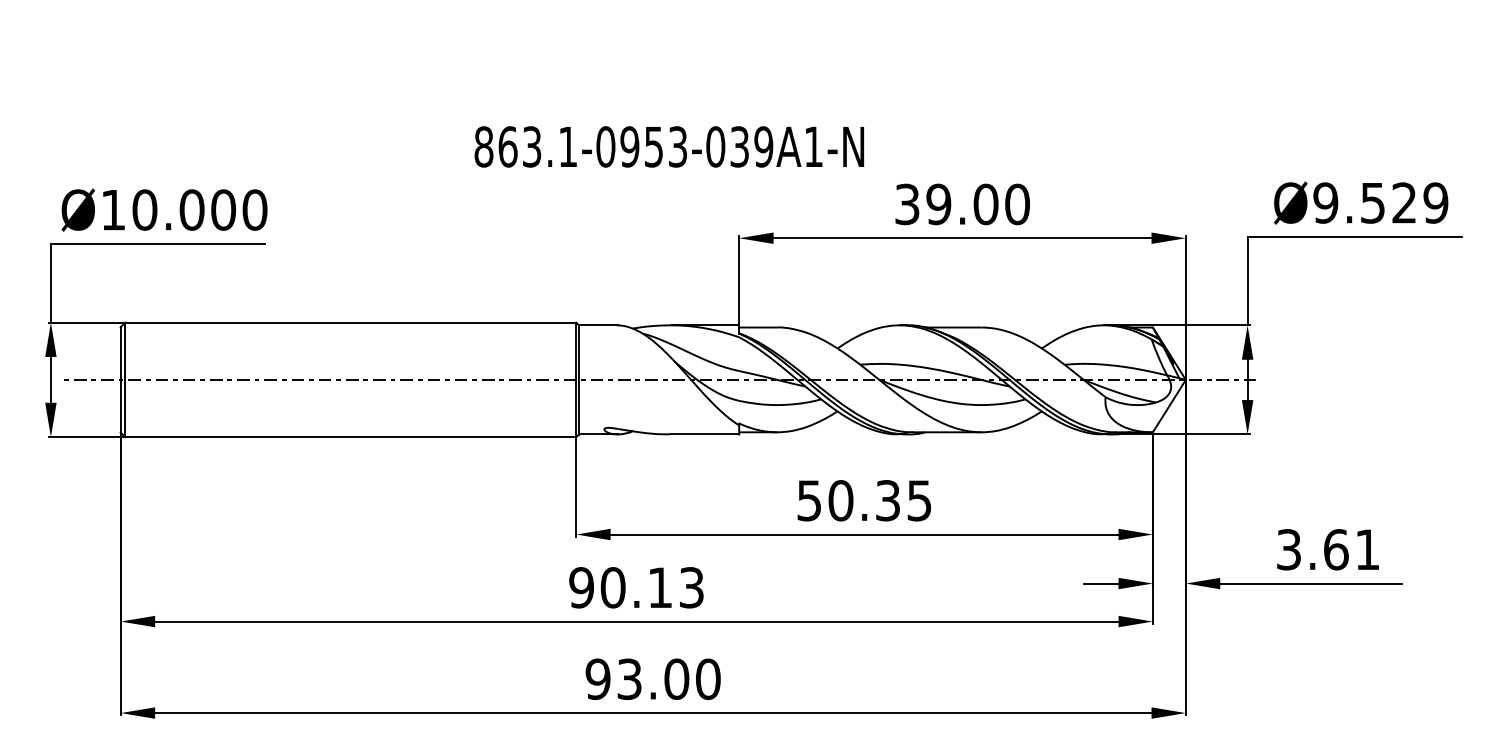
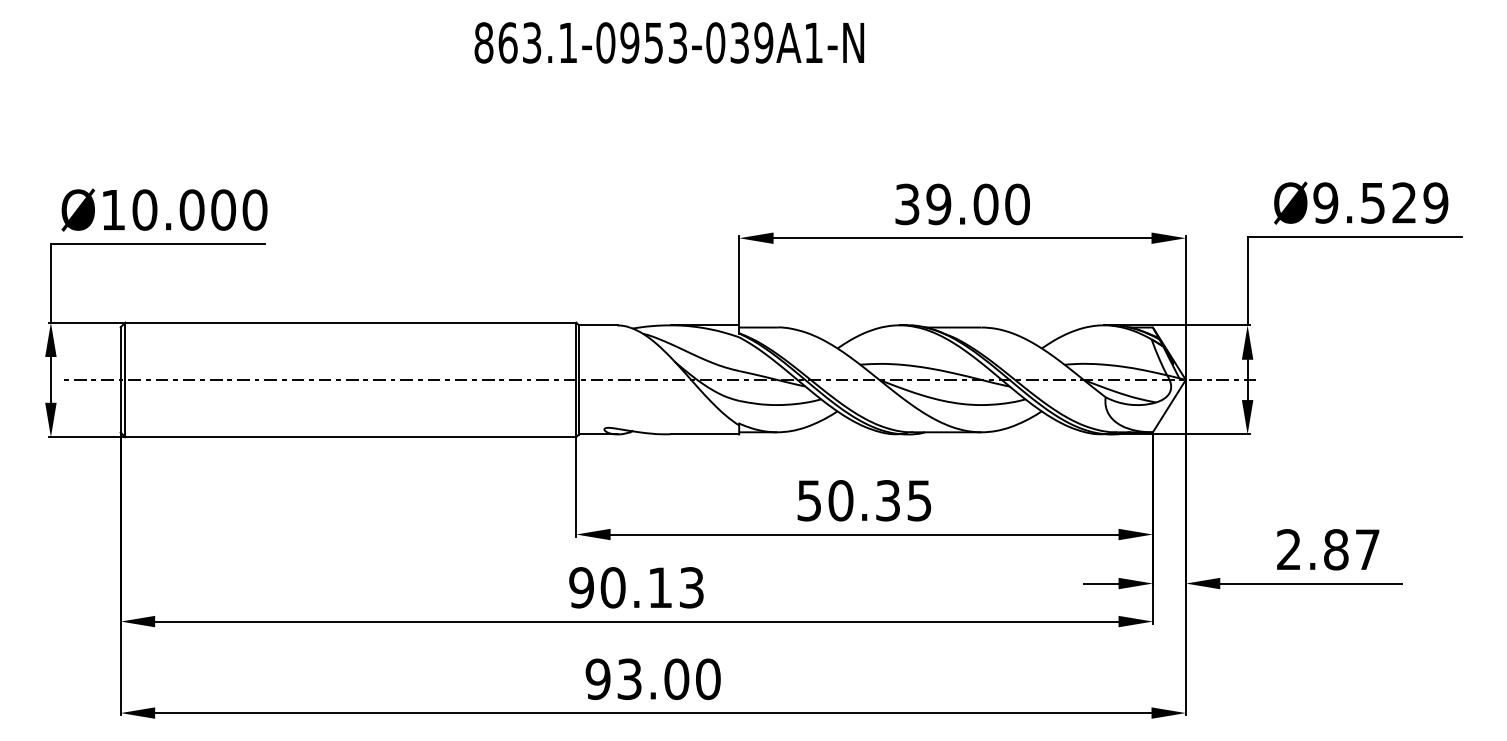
text at (669, 146) position: (669, 146) -> (669, 42)
text at (1328, 549): 3.61 -> 2.87
